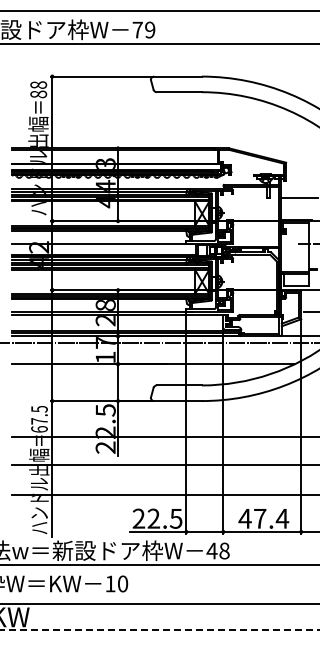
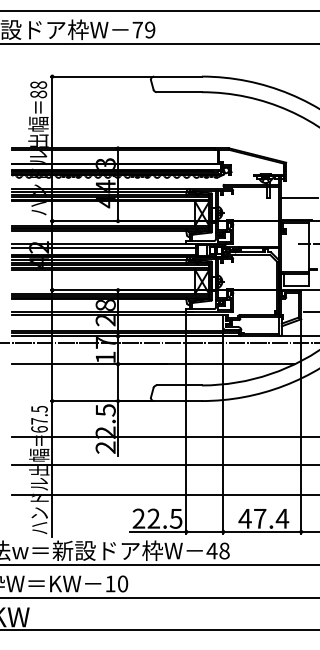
line at (105, 248): none -> present
line at (159, 603) position: (159, 603) -> (159, 597)
line at (160, 630): dashed -> solid
